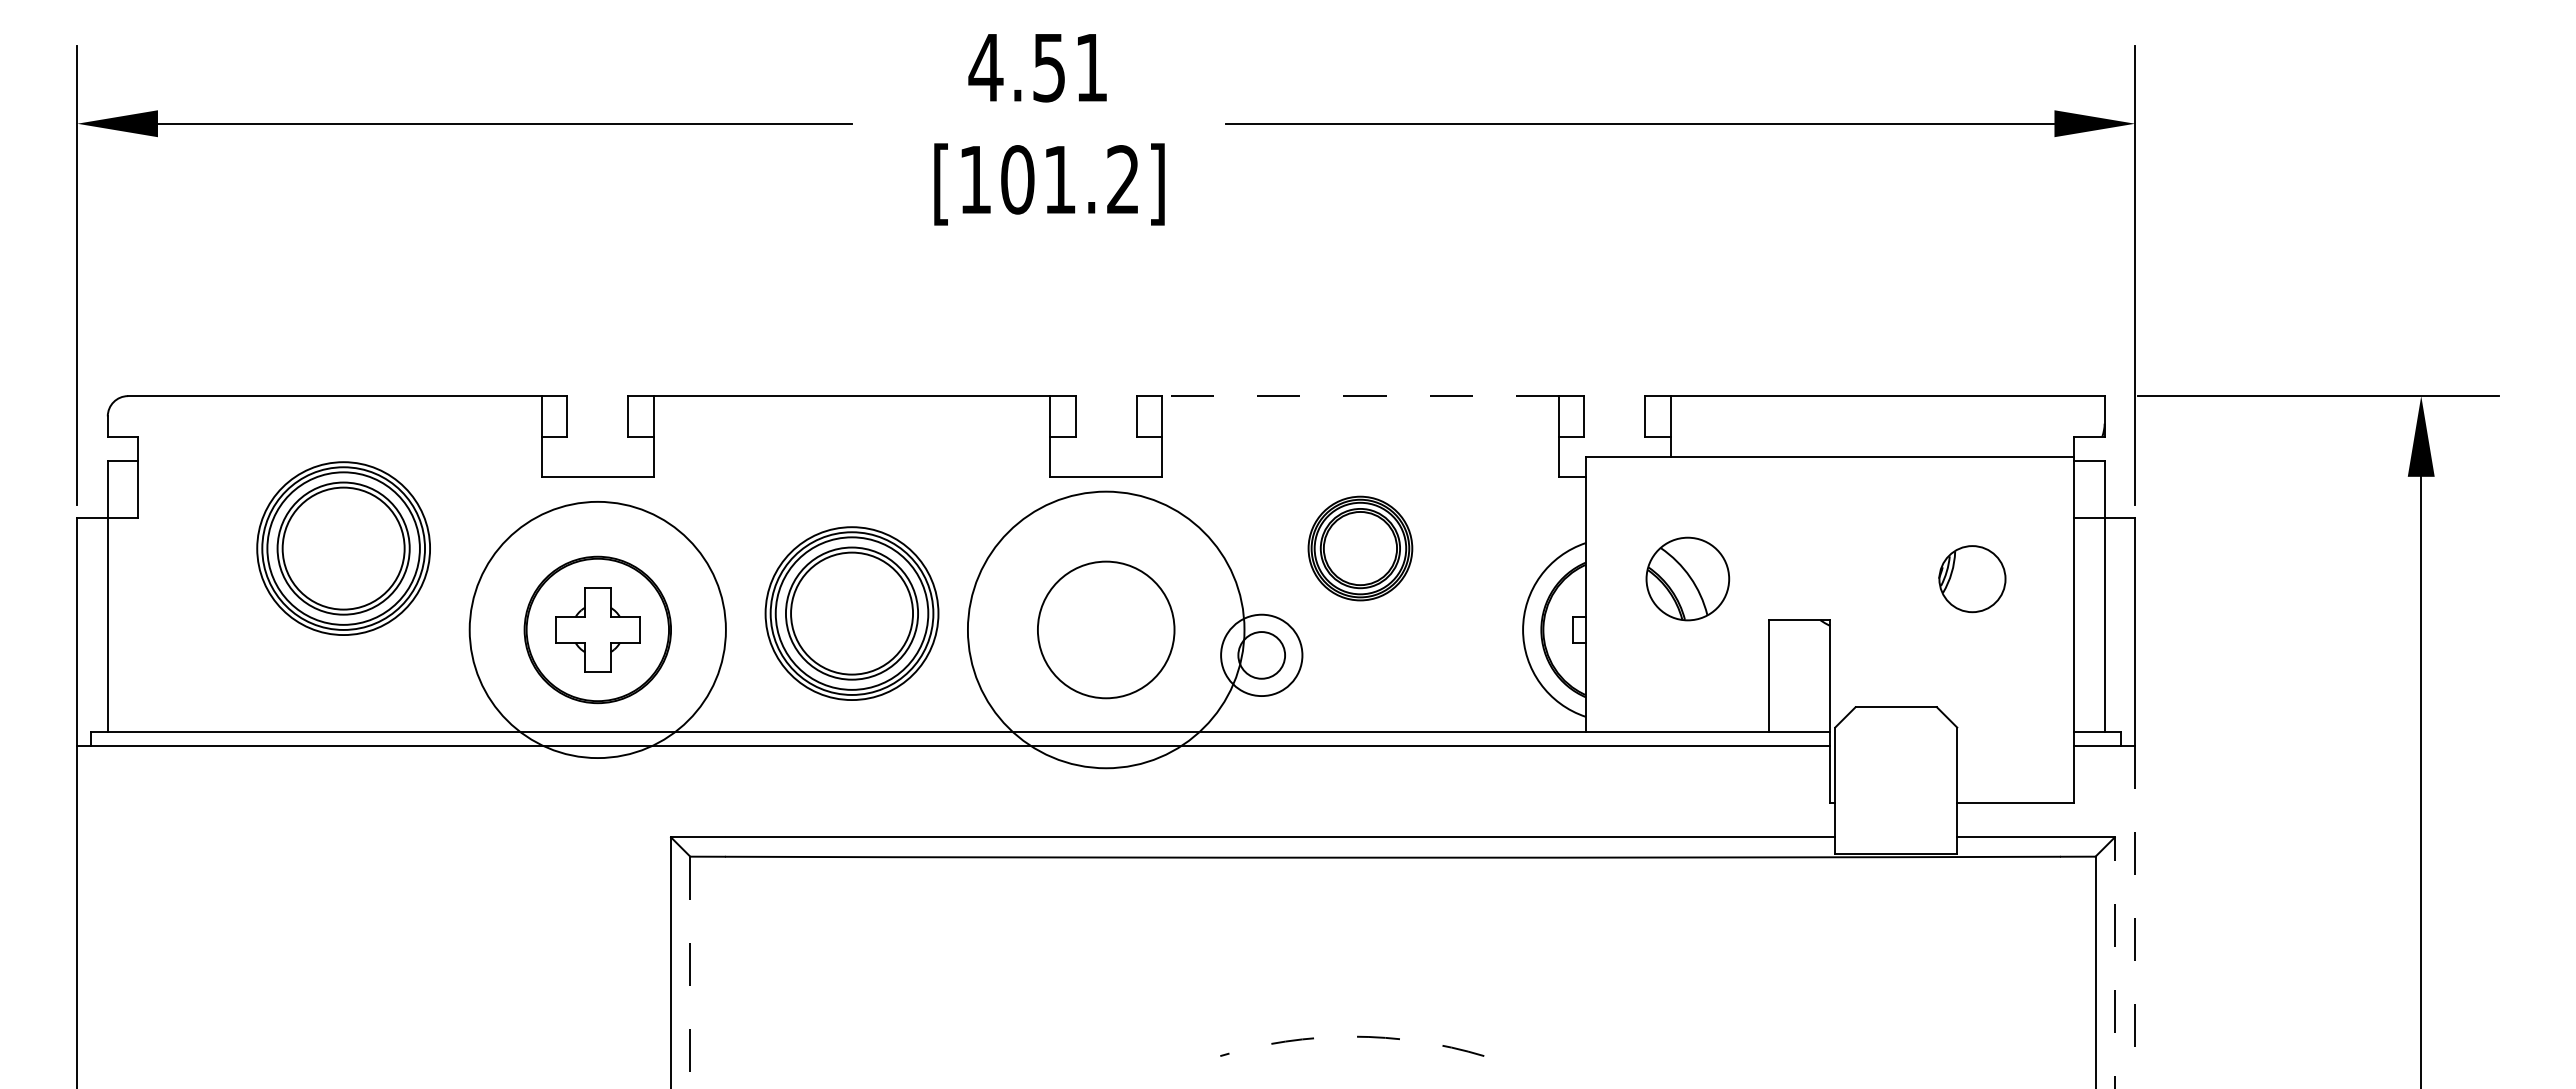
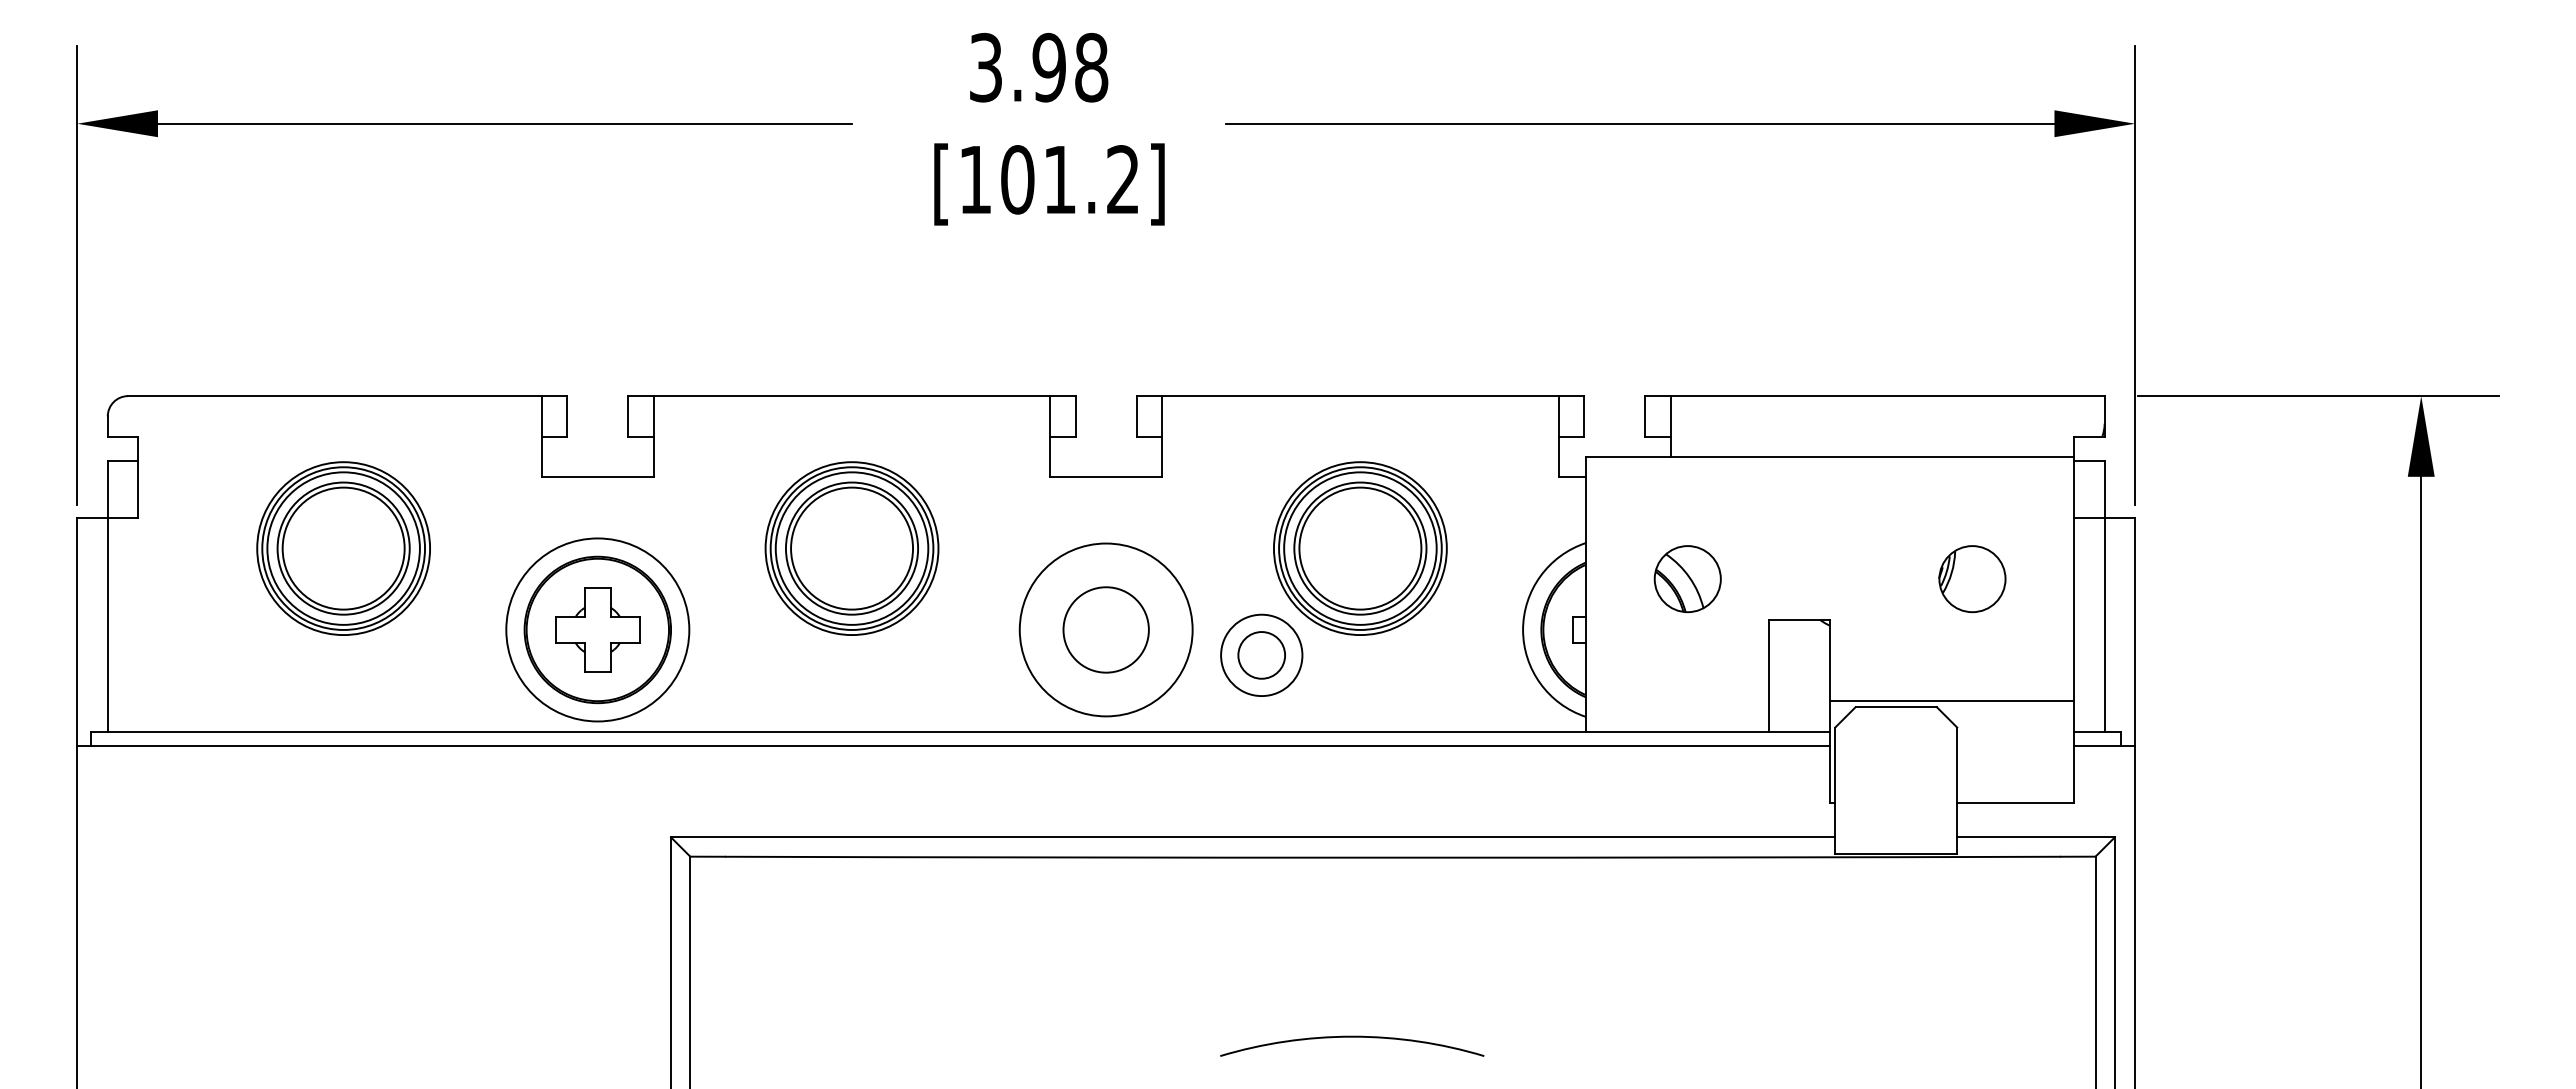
text at (1038, 67): 4.51 -> 3.98
line at (1359, 396): dashed -> solid
part at (1360, 548) size: 107x107 px -> 175x175 px
part at (1687, 578) size: 86x86 px -> 69x69 px
part at (851, 613) position: (851, 613) -> (851, 548)
circle at (597, 629) diameter: 256 px -> 183 px
circle at (1105, 629) diameter: 137 px -> 85 px
circle at (1105, 629) diameter: 277 px -> 173 px
line at (1952, 701): none -> present
line at (2135, 917): dashed -> solid
line at (2114, 962): dashed -> solid
line at (690, 972): dashed -> solid
arc at (1352, 1036): dashed -> solid
